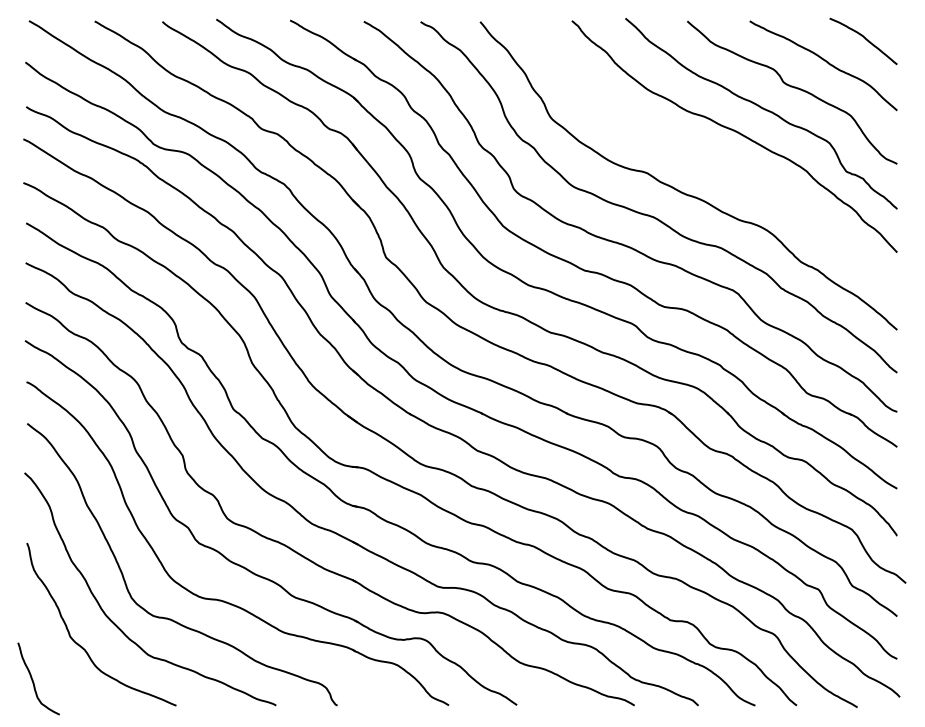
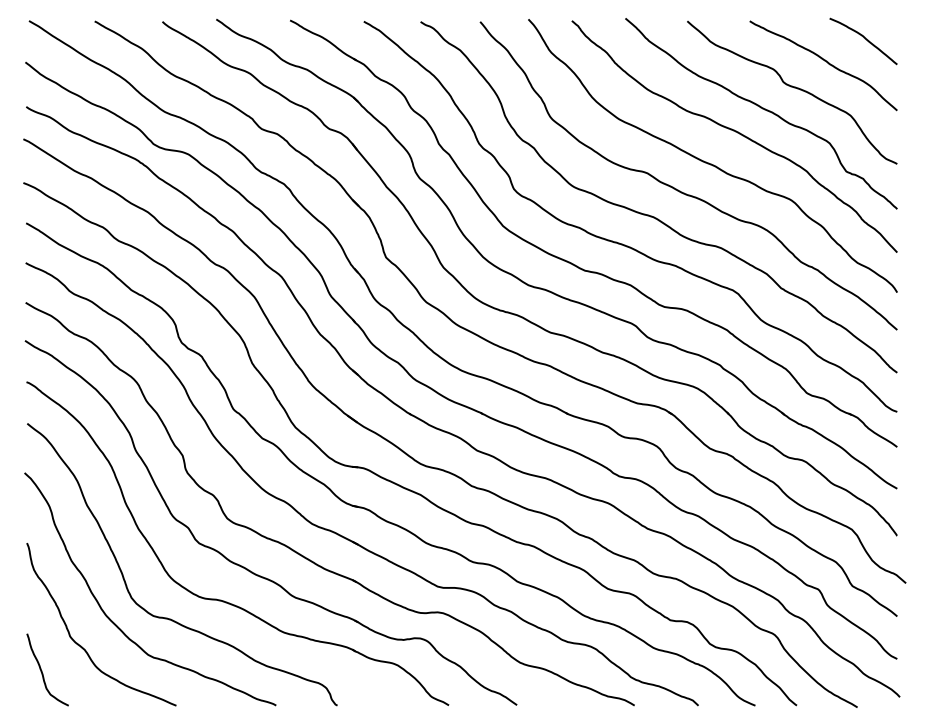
curve at (708, 162): none -> present
curve at (33, 679) position: (33, 679) -> (42, 670)
